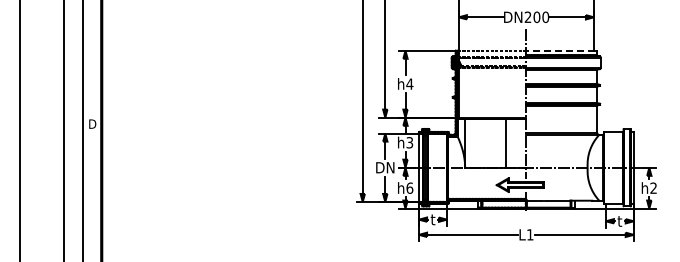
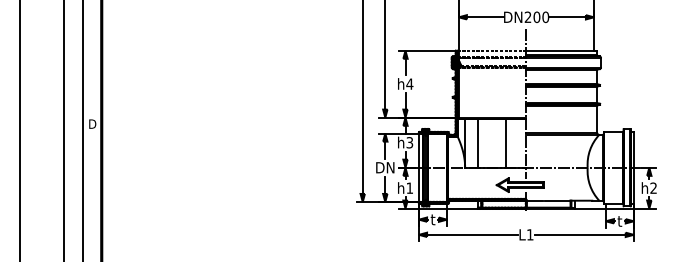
line at (560, 50): dashed -> solid
line at (478, 143): none -> present
text at (409, 187): h6 -> h1
